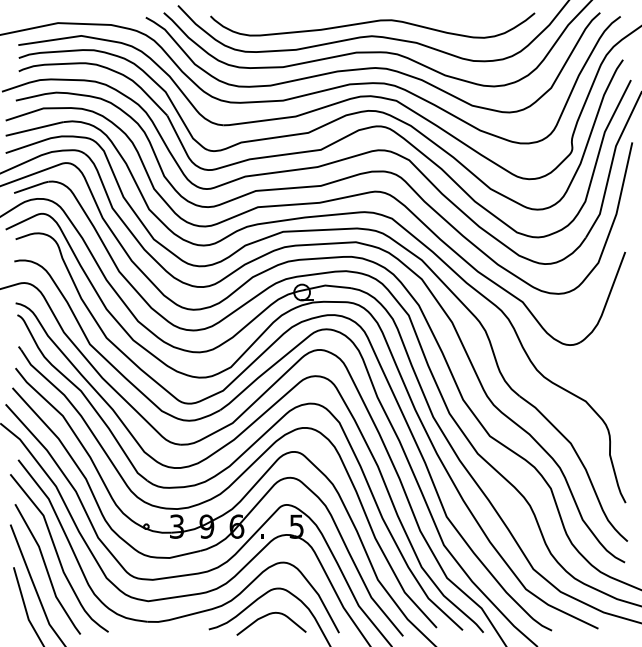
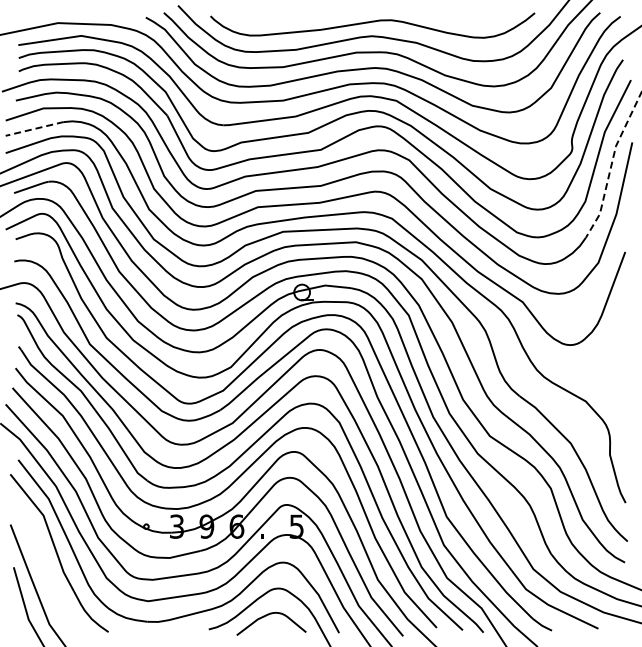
line at (34, 128): solid -> dashed
line at (611, 164): solid -> dashed
line at (47, 569): present -> none
